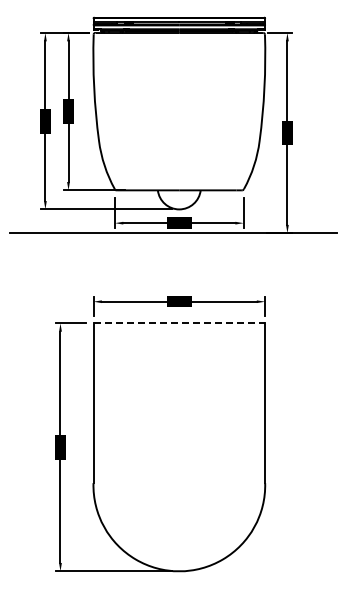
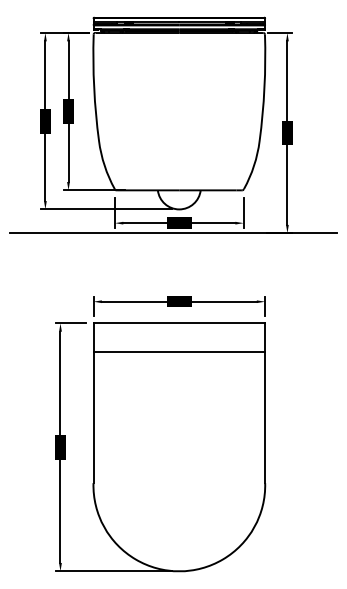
line at (179, 323): dashed -> solid
line at (179, 351): none -> present
